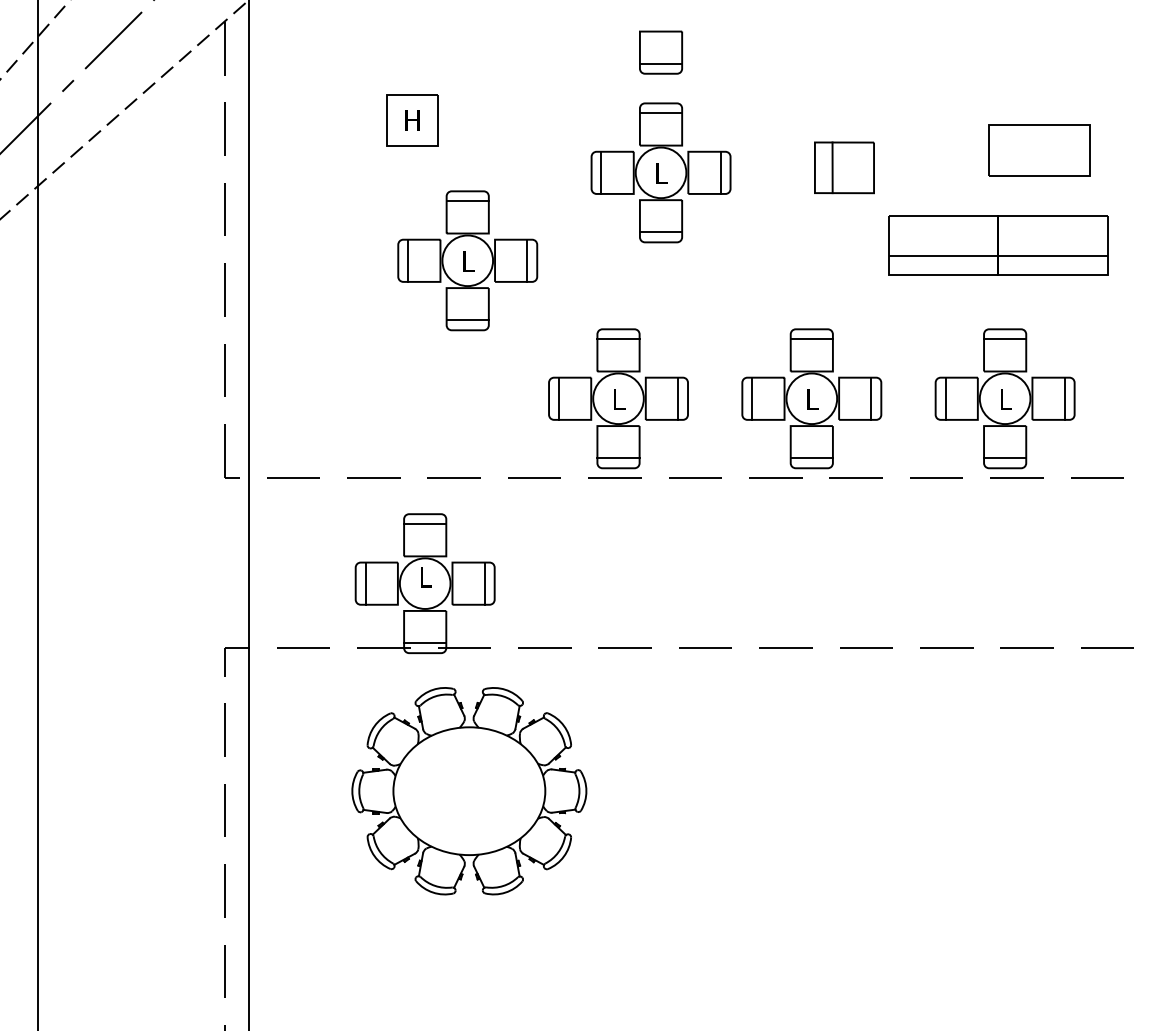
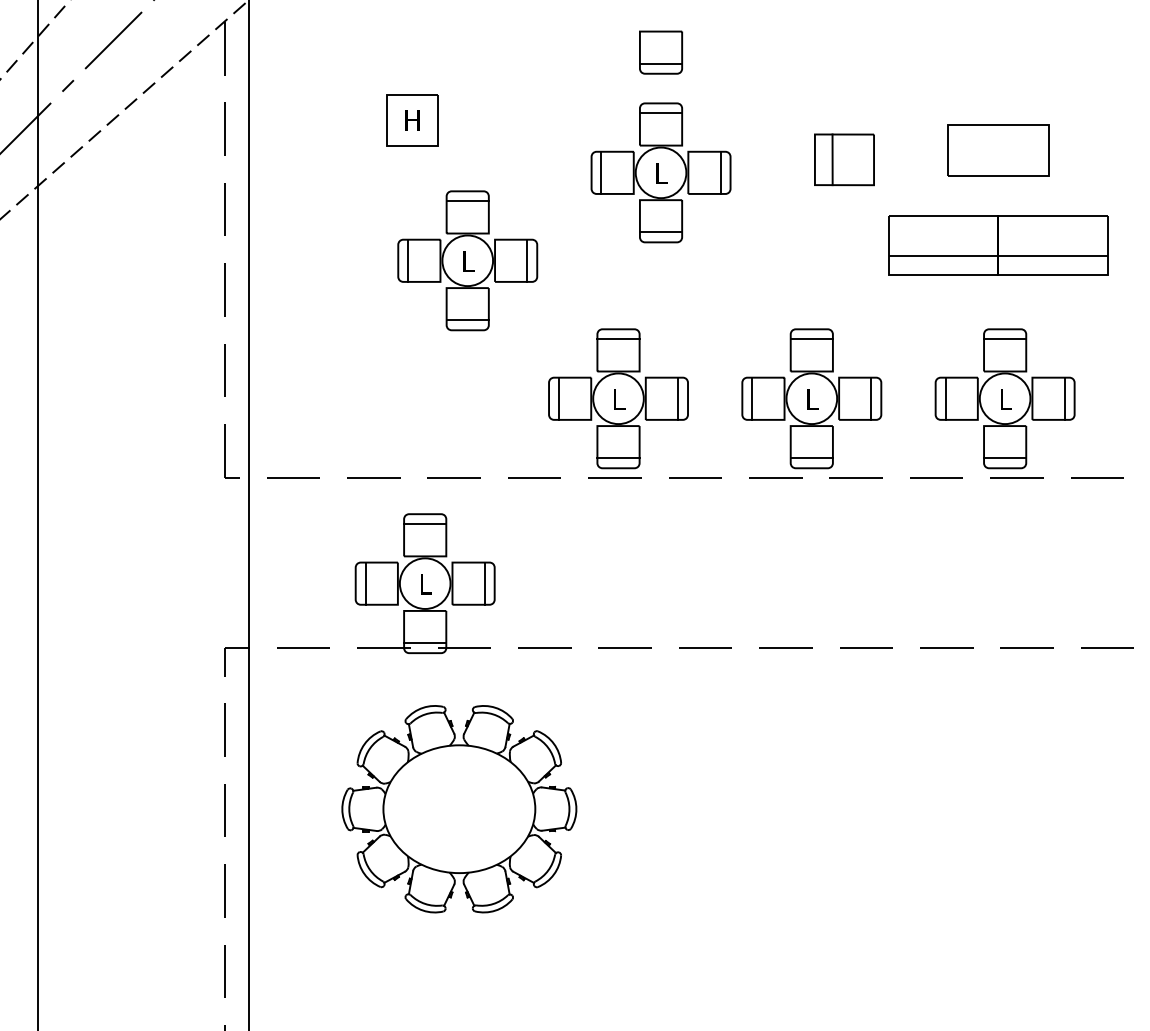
part at (1039, 150) position: (1039, 150) -> (998, 150)
part at (844, 167) position: (844, 167) -> (844, 159)
text at (426, 577) position: (426, 577) -> (426, 584)
part at (469, 791) position: (469, 791) -> (459, 809)
